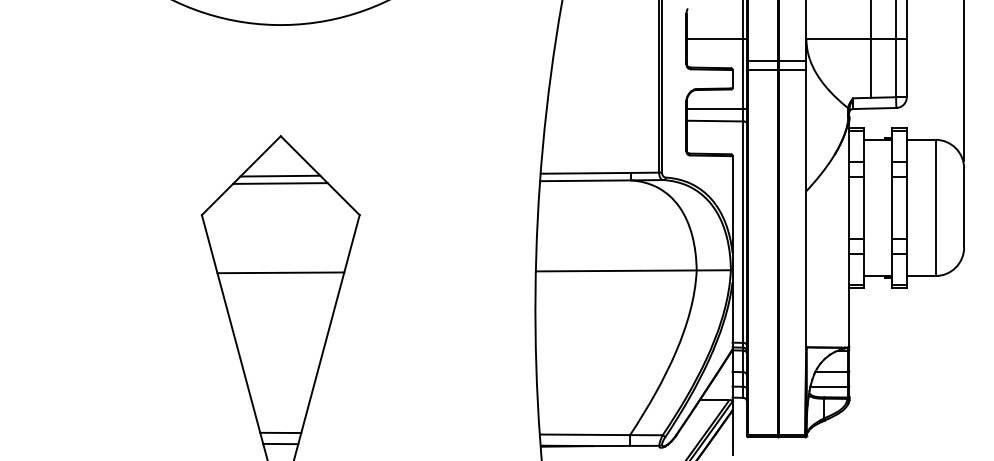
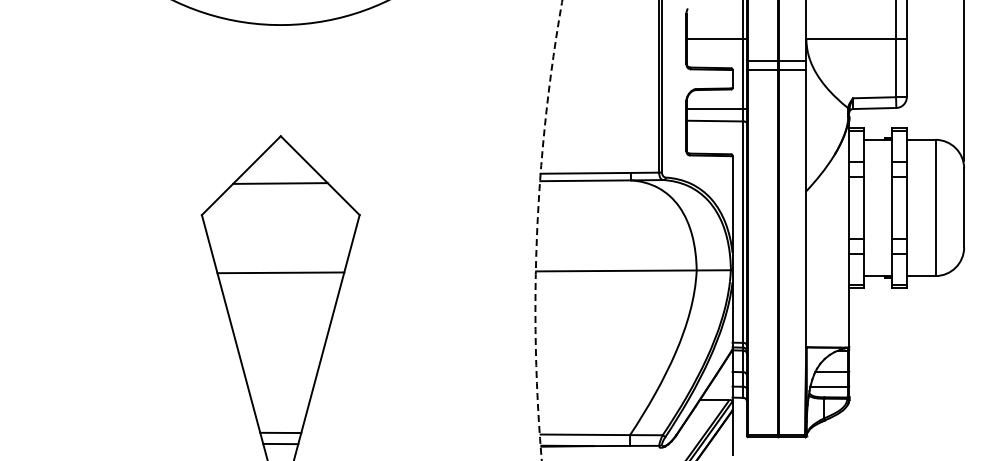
line at (870, 49): present -> none
line at (280, 175): present -> none
arc at (537, 229): solid -> dashed
